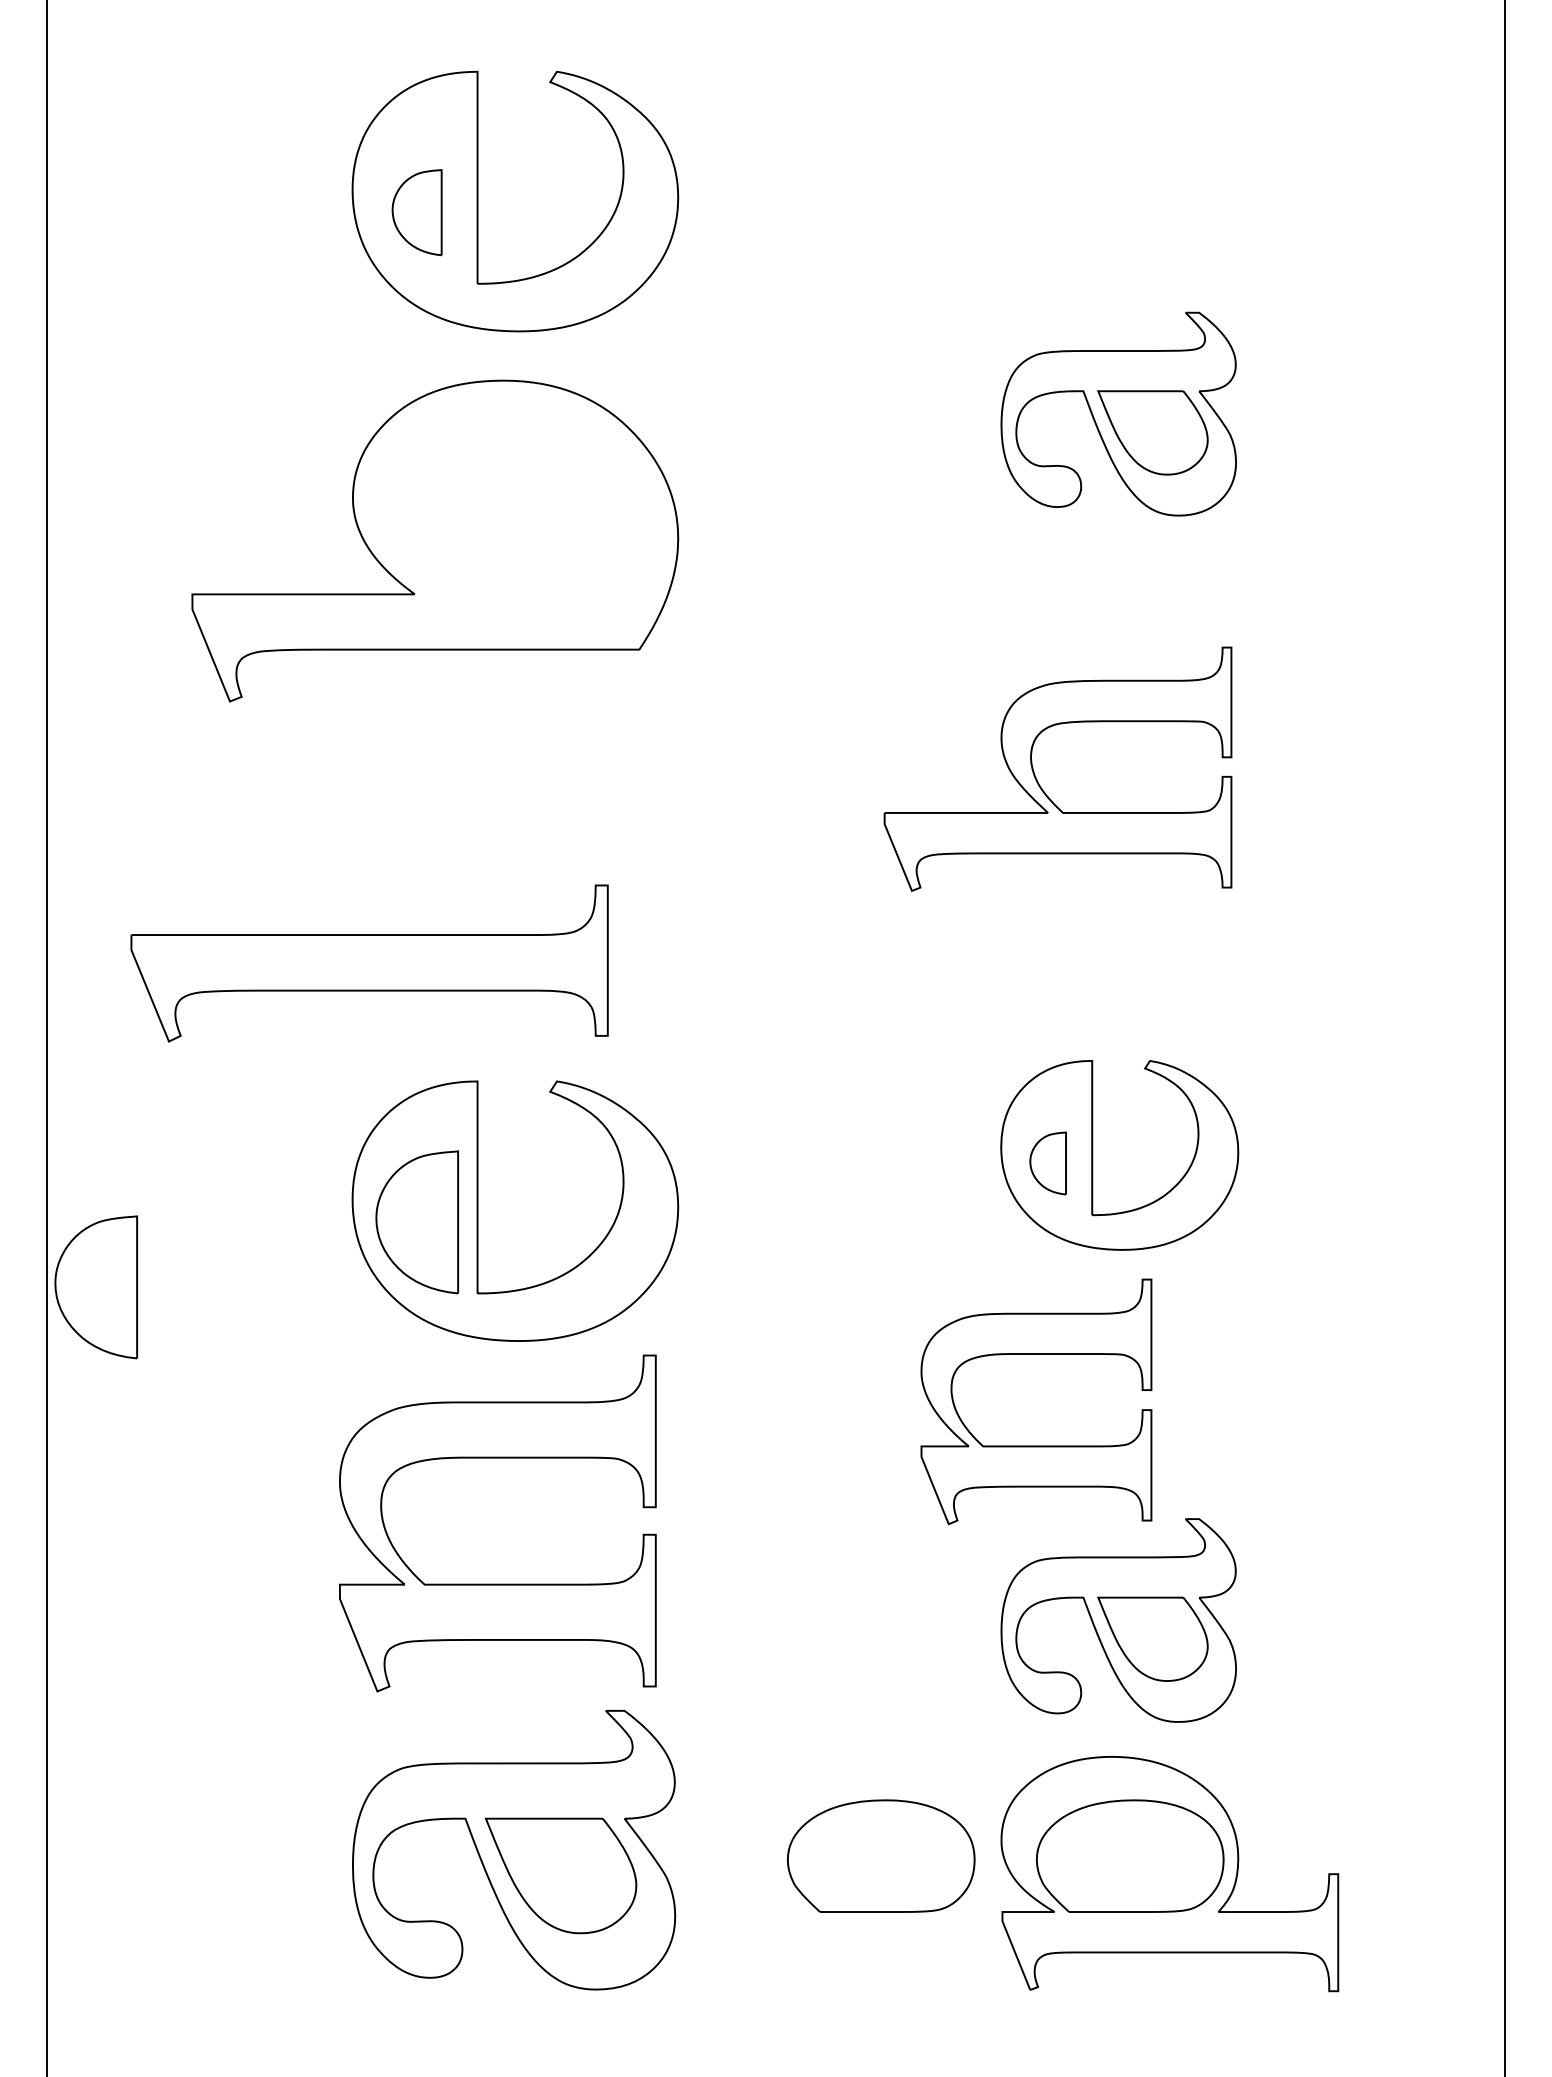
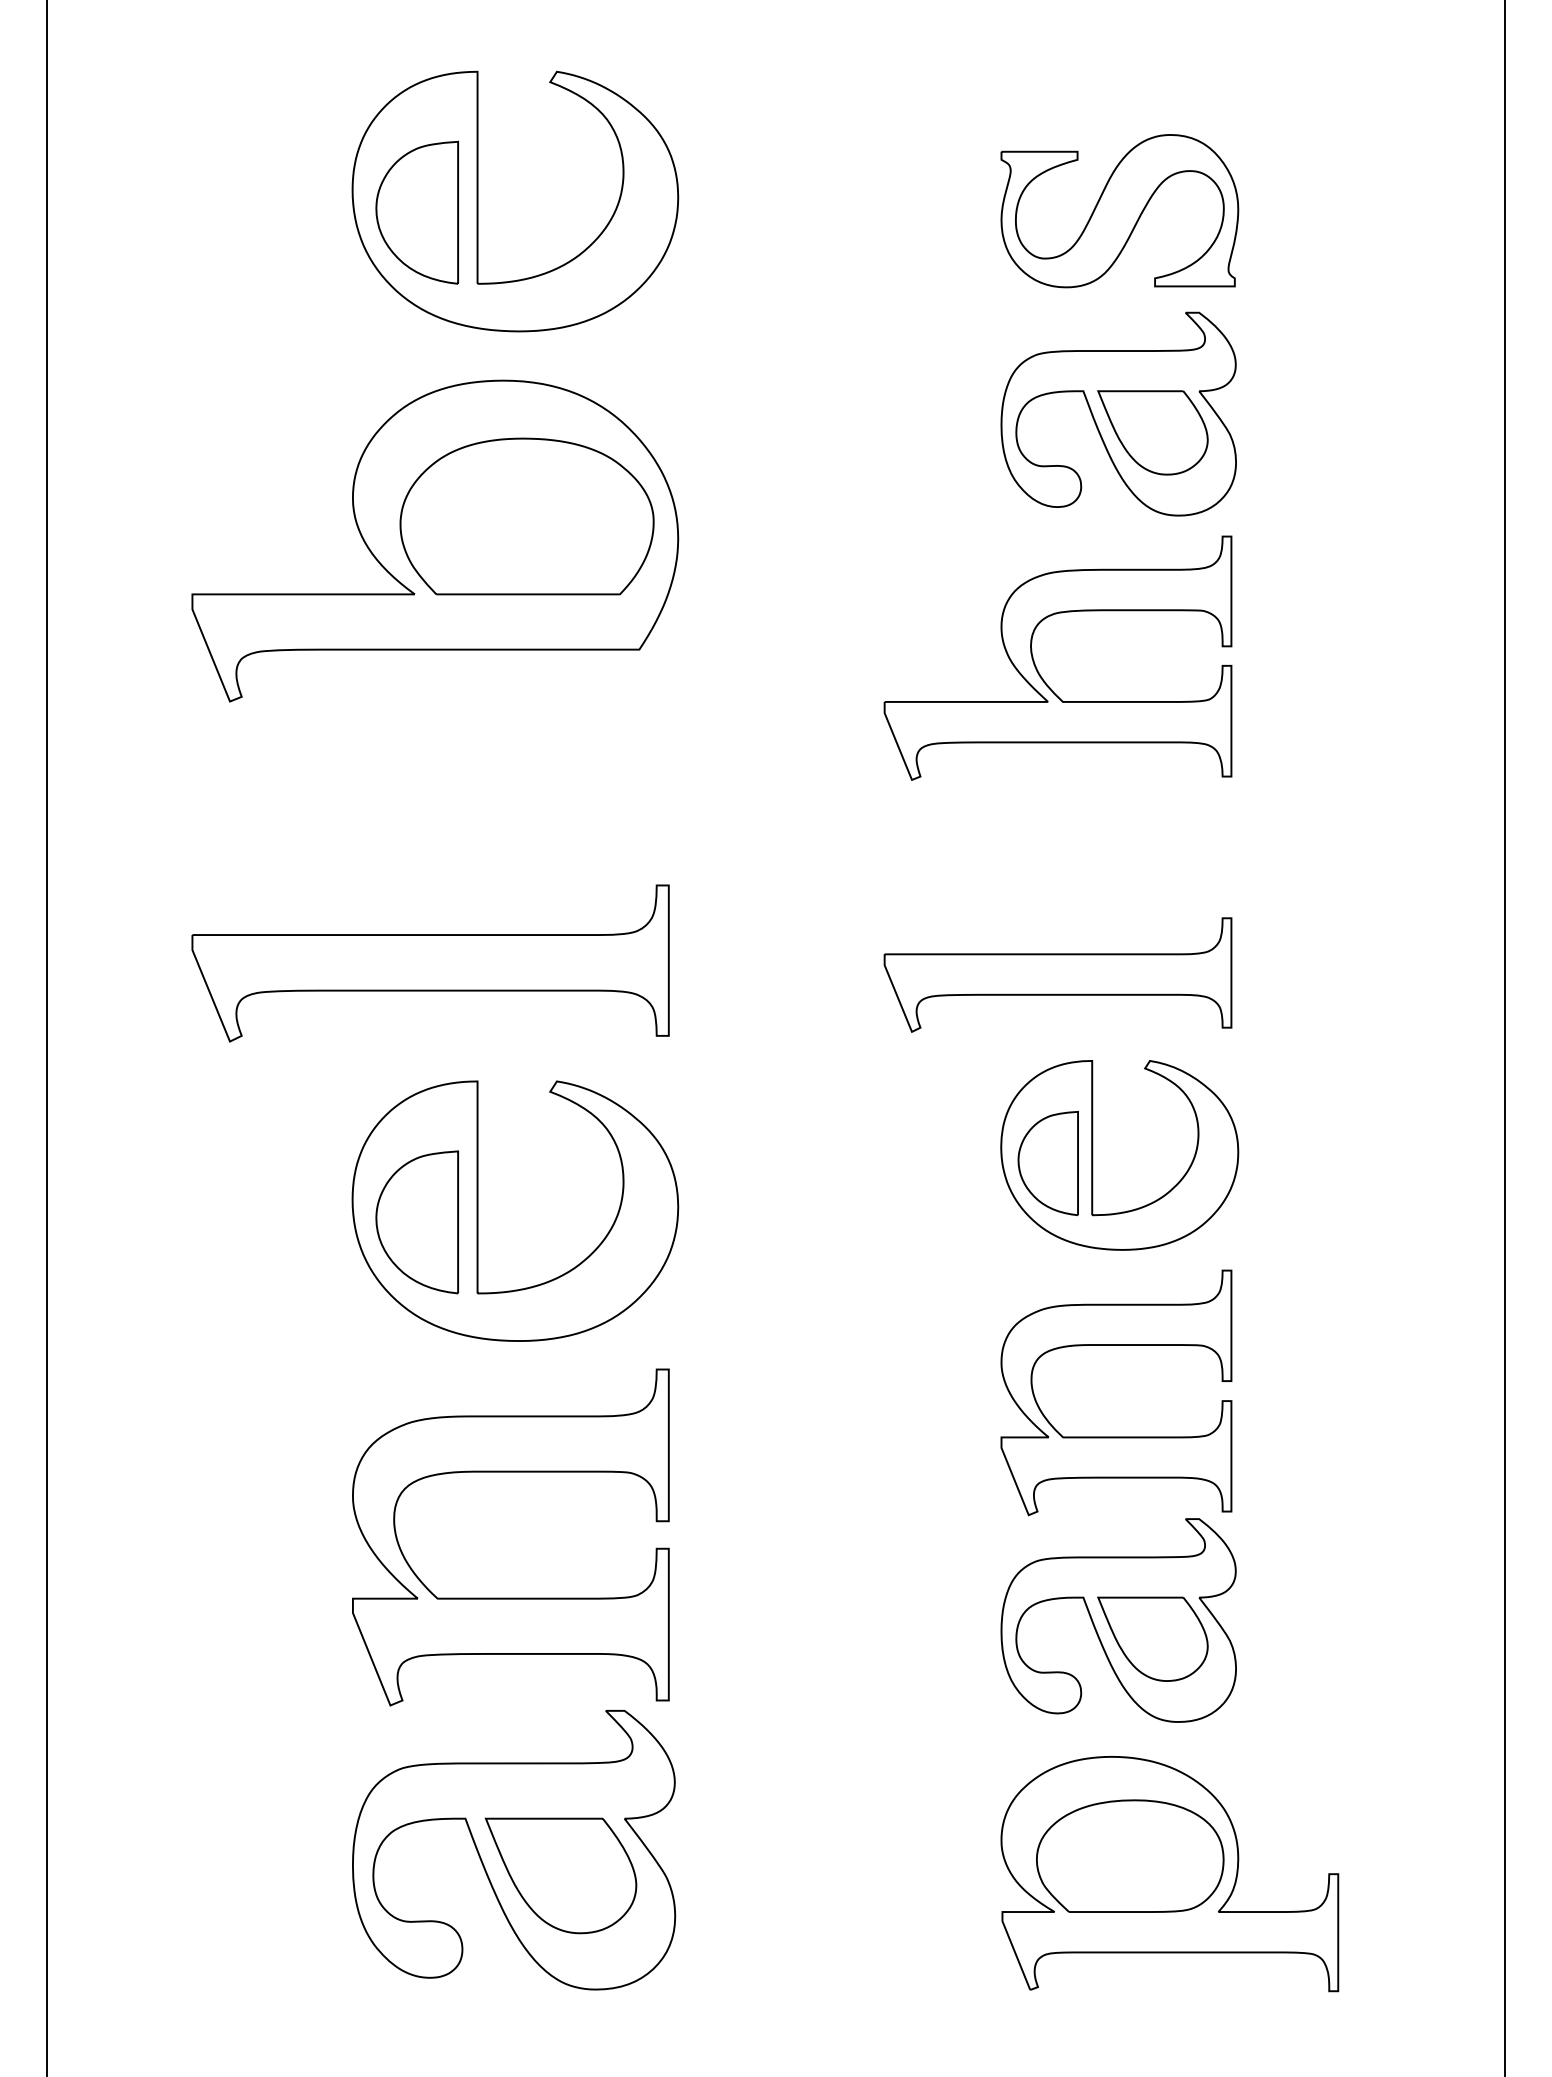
part at (1119, 211): none -> present
part at (416, 212) size: 52x88 px -> 84x145 px
part at (526, 516): none -> present
part at (1035, 774) position: (1035, 774) -> (1035, 663)
part at (369, 963) position: (369, 963) -> (430, 963)
part at (1057, 974): none -> present
part at (1047, 1163) size: 38x65 px -> 62x107 px
part at (95, 1287): present -> none
part at (1036, 1445) position: (1036, 1445) -> (1116, 1436)
part at (497, 1583) position: (497, 1583) -> (510, 1597)
part at (881, 1855): present -> none
